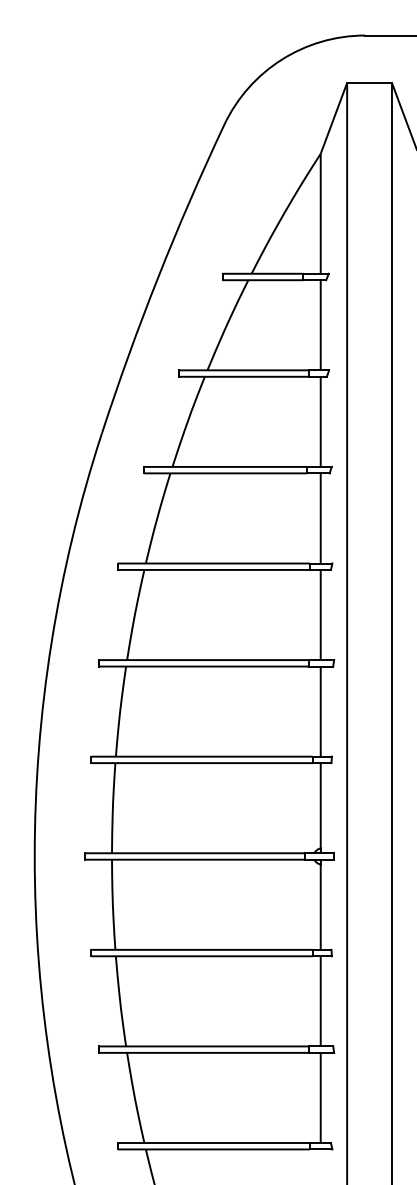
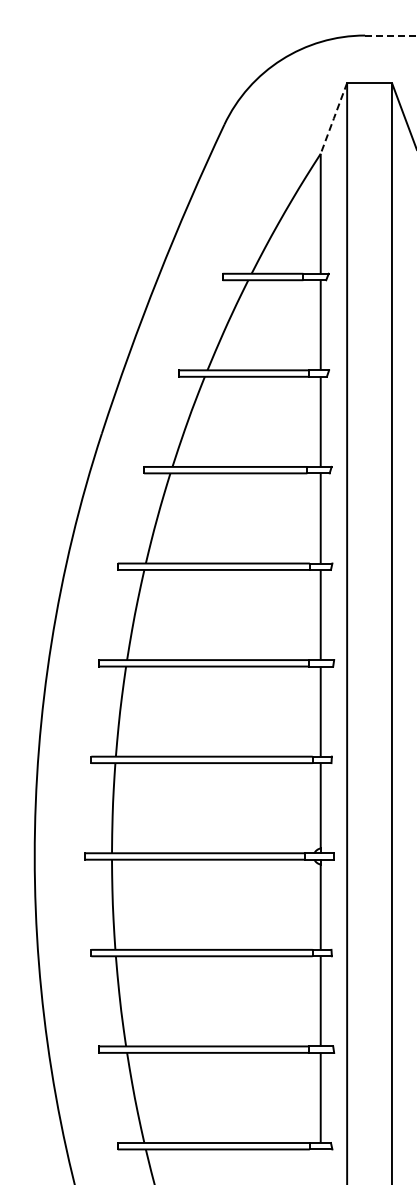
line at (390, 35): solid -> dashed
line at (333, 118): solid -> dashed
